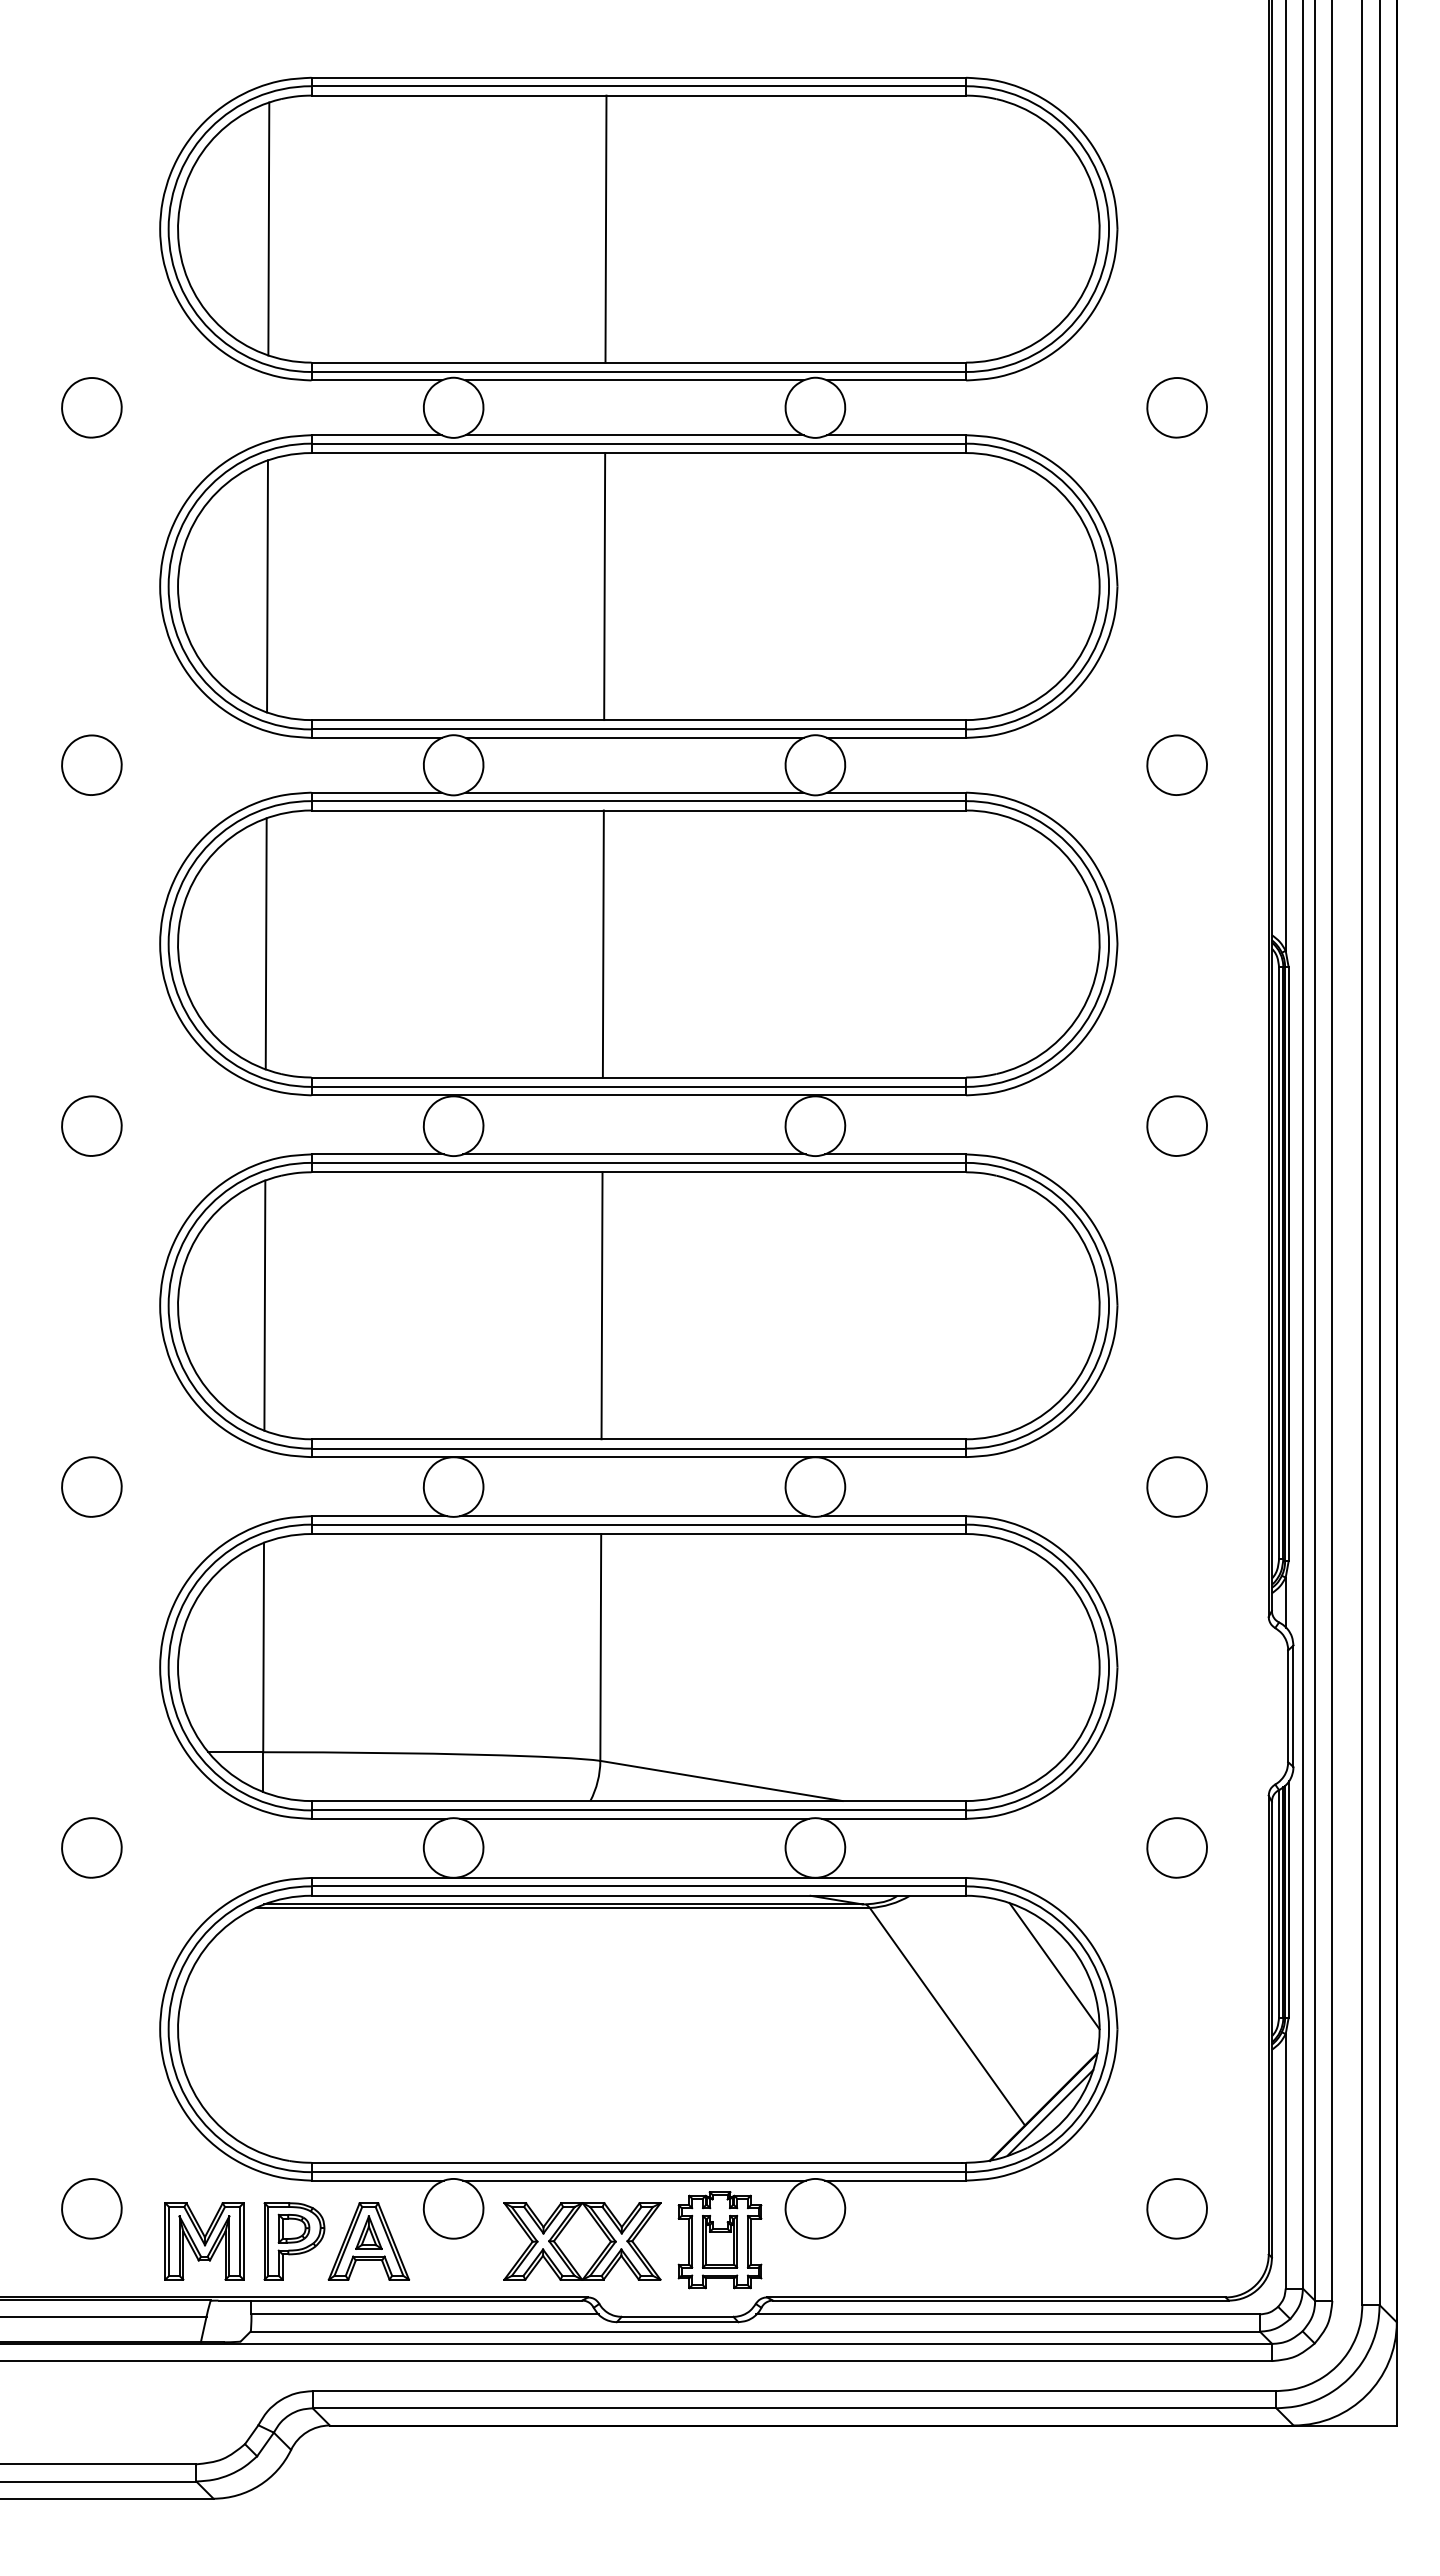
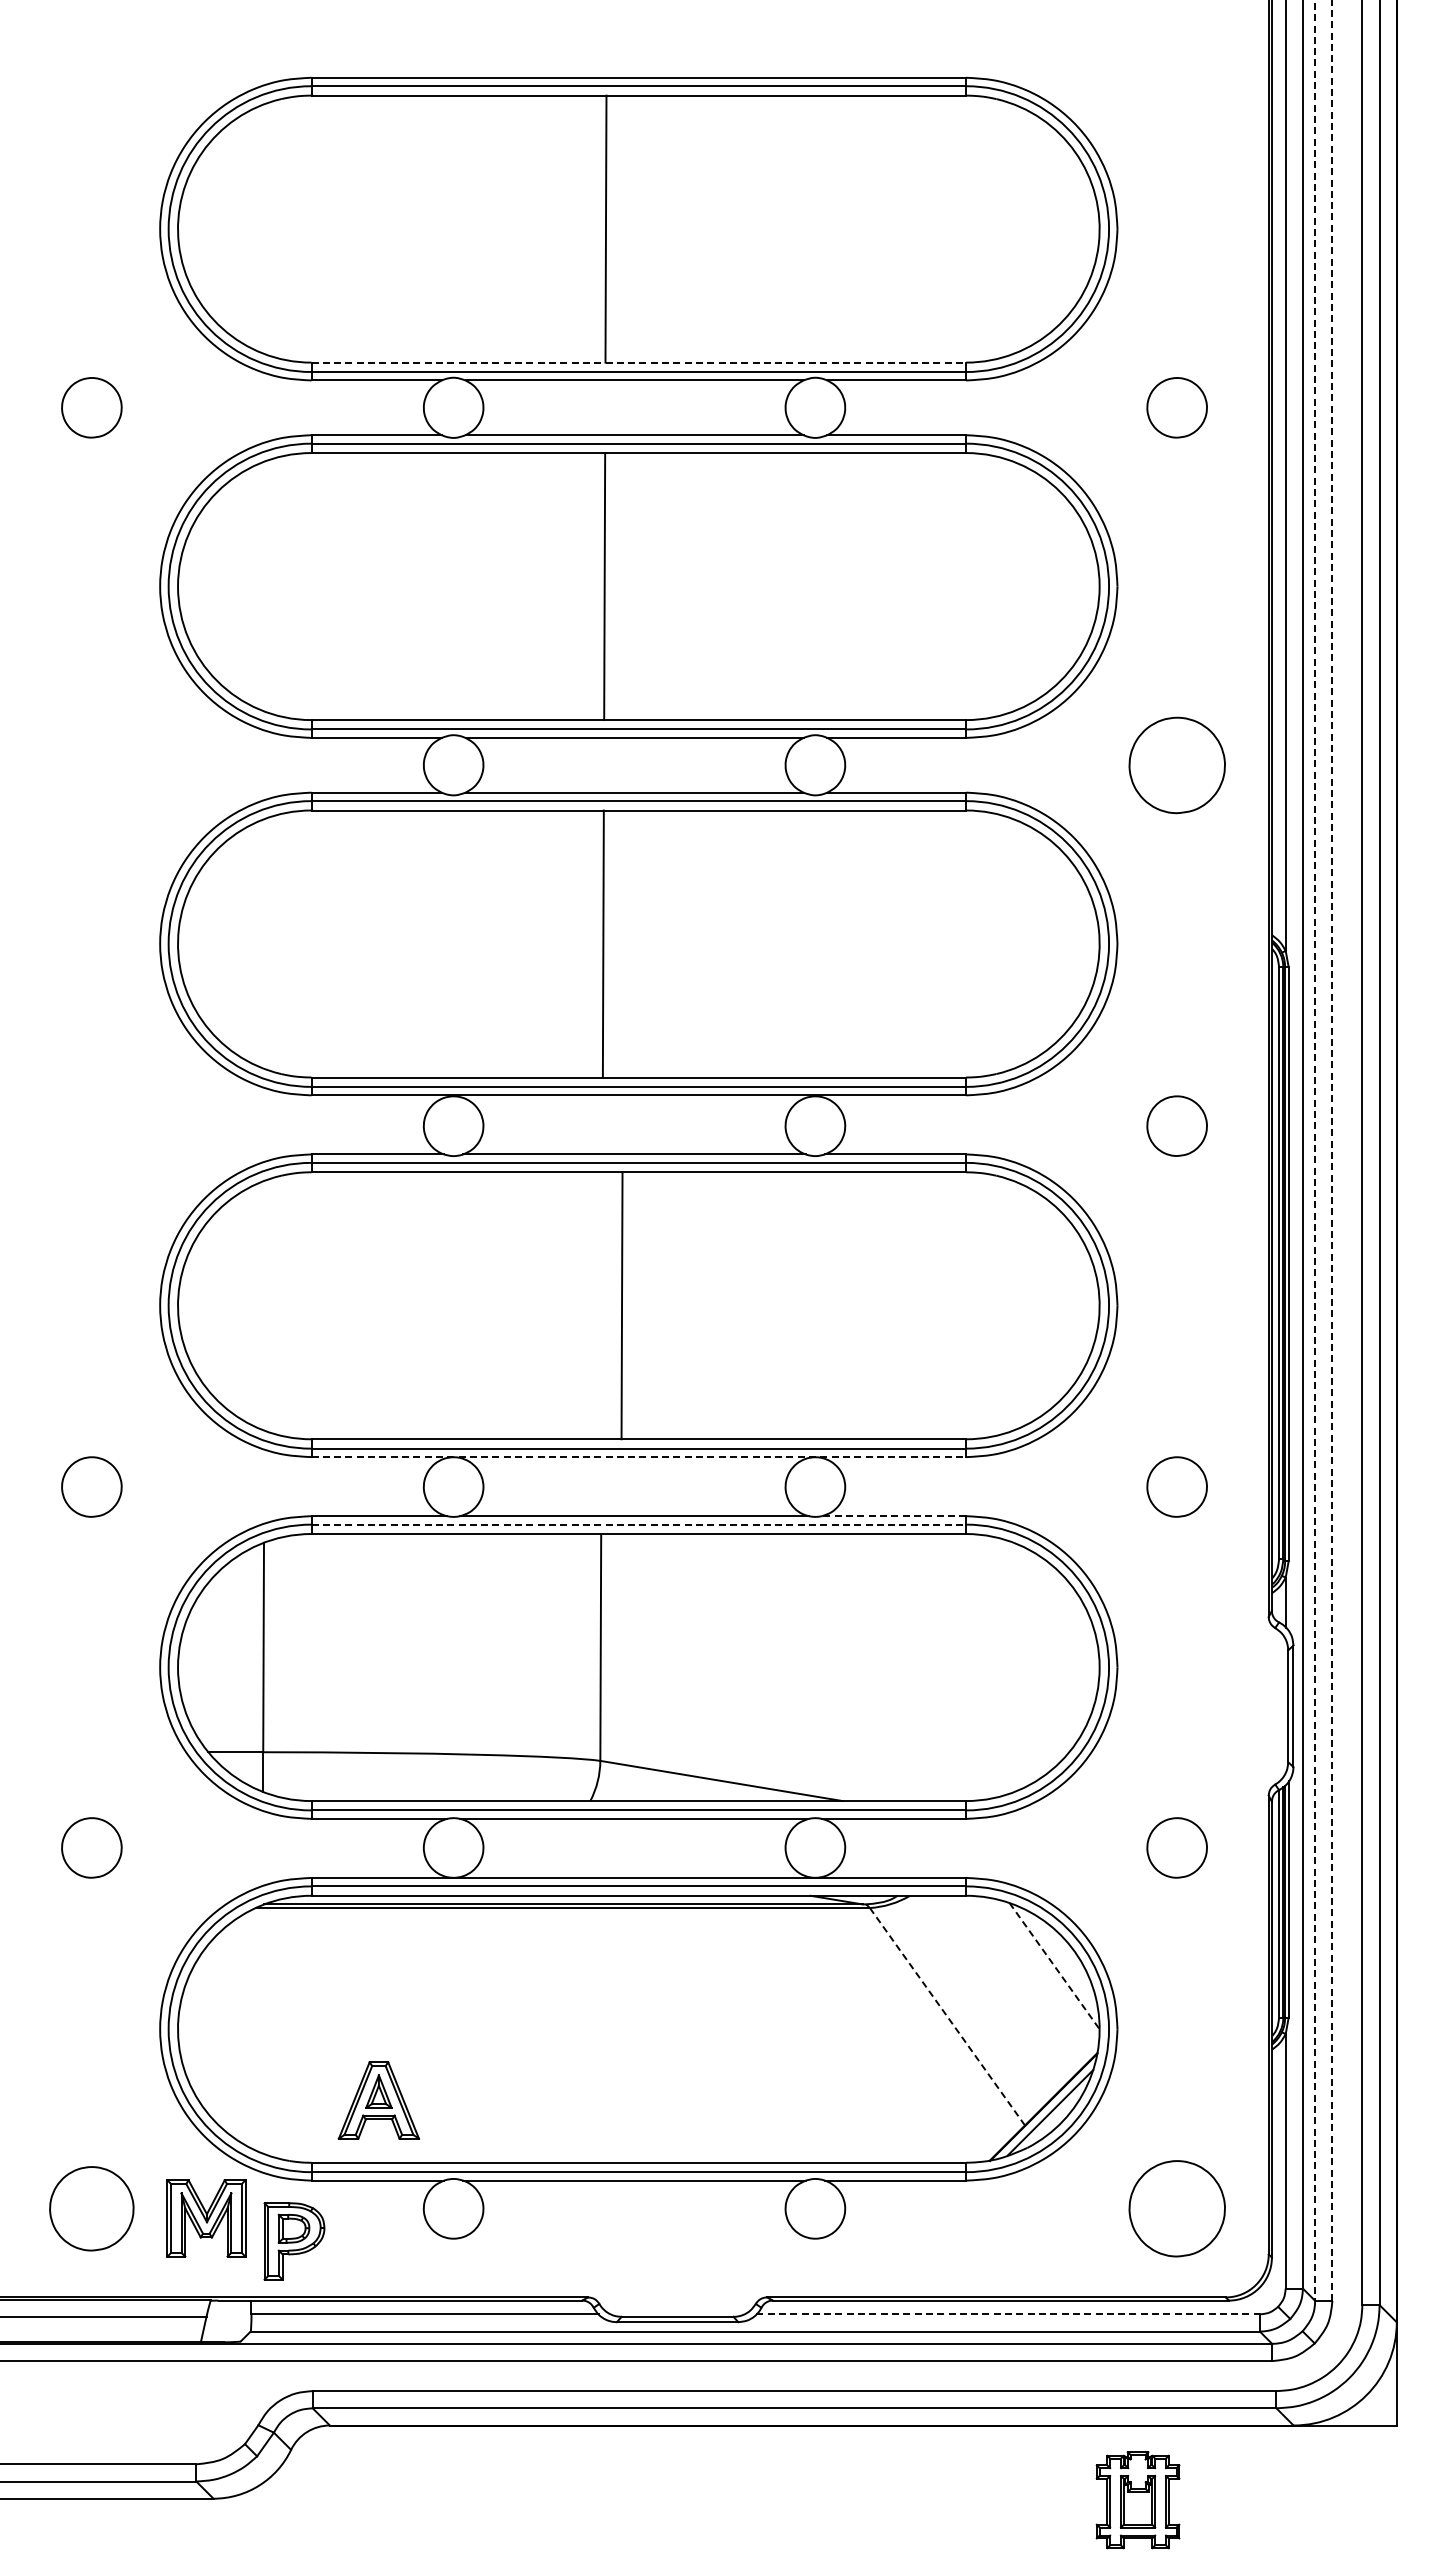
line at (268, 228): present -> none
line at (639, 362): solid -> dashed
line at (267, 586): present -> none
part at (91, 764): present -> none
part at (1176, 764) size: 62x62 px -> 98x99 px
line at (265, 943): present -> none
part at (91, 1125): present -> none
line at (1332, 1150): solid -> dashed
line at (1315, 1151): solid -> dashed
line at (264, 1305): present -> none
line at (601, 1305) position: (601, 1305) -> (621, 1305)
line at (639, 1457): solid -> dashed
line at (893, 1516): solid -> dashed
line at (639, 1524): solid -> dashed
line at (1054, 1966): solid -> dashed
line at (947, 2016): solid -> dashed
part at (91, 2208) size: 62x62 px -> 86x86 px
part at (1176, 2208) size: 62x62 px -> 98x98 px
part at (719, 2240) position: (719, 2240) -> (1137, 2500)
part at (204, 2241) position: (204, 2241) -> (206, 2218)
part at (368, 2241) position: (368, 2241) -> (378, 2100)
part at (582, 2241): present -> none
line at (1008, 2314): solid -> dashed
